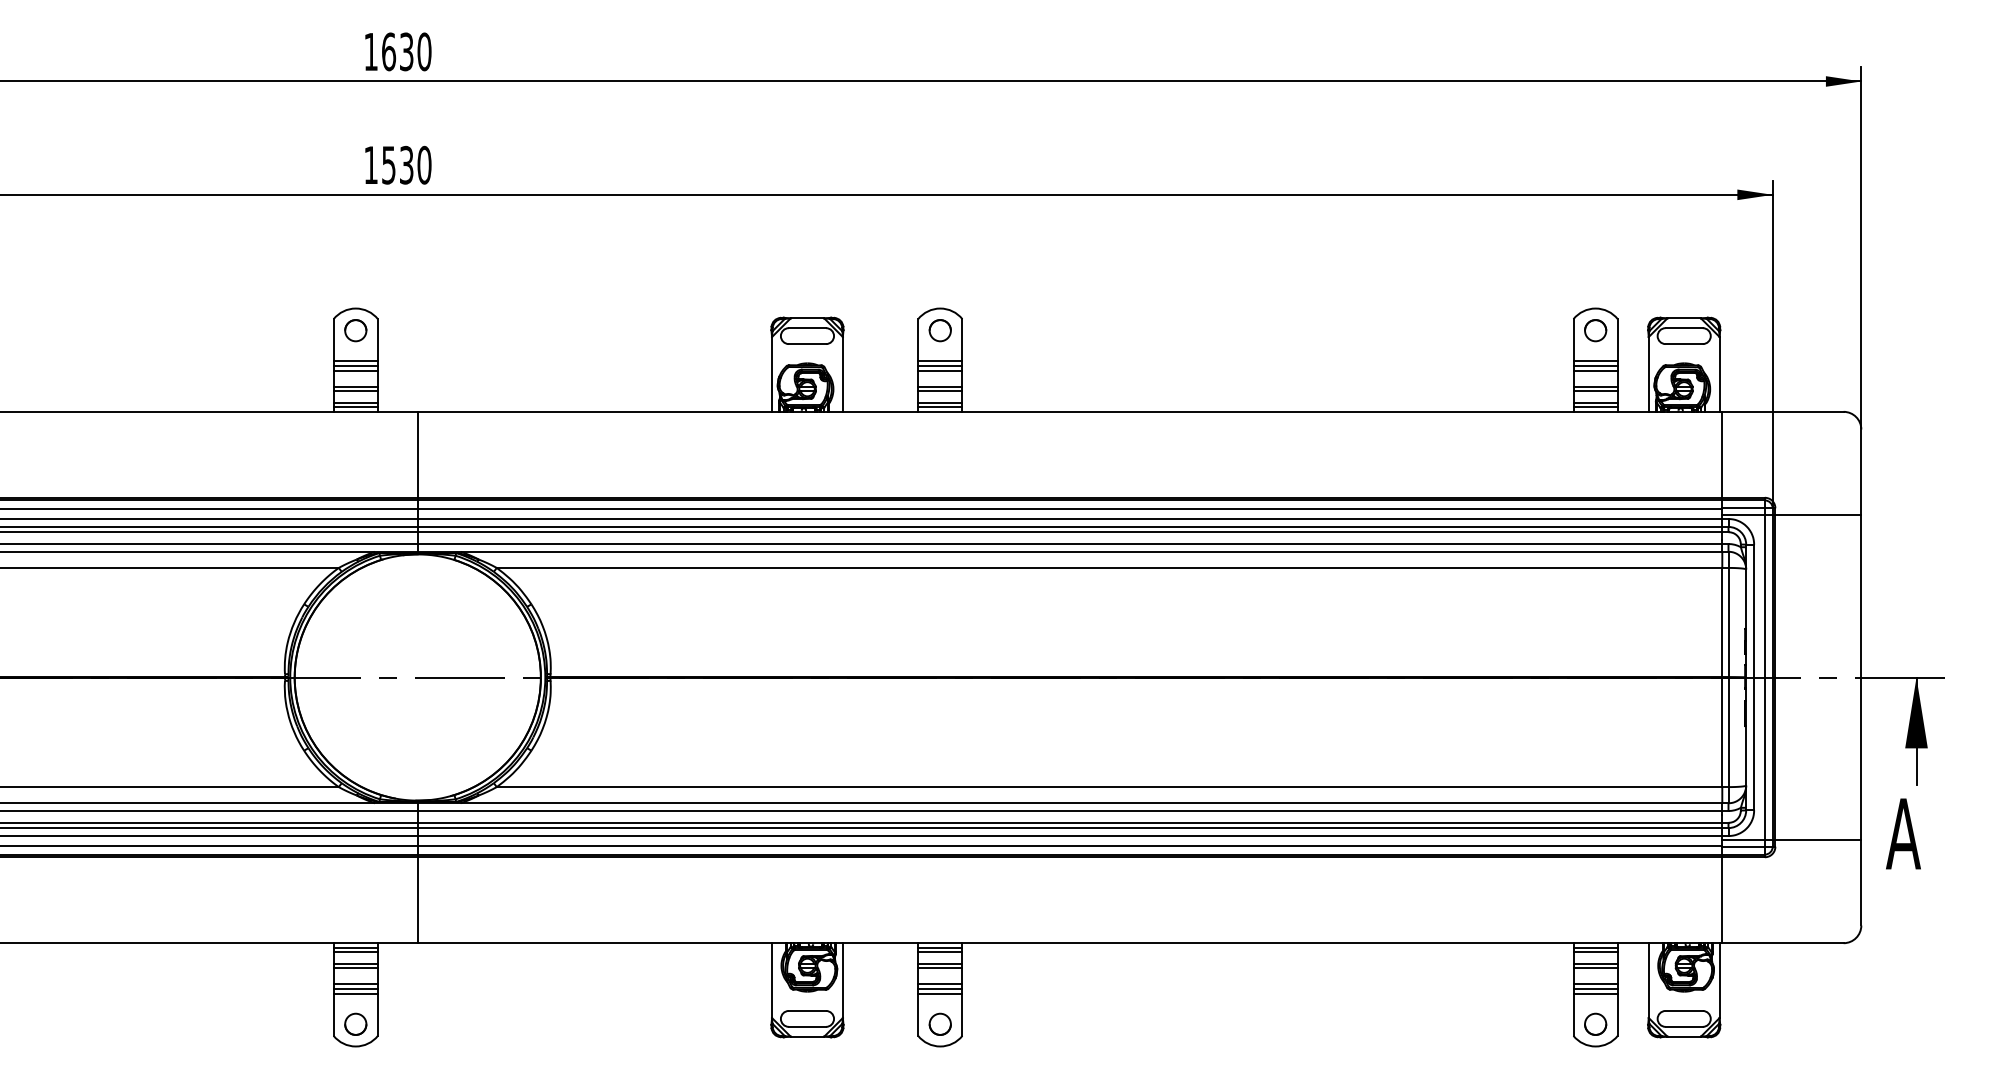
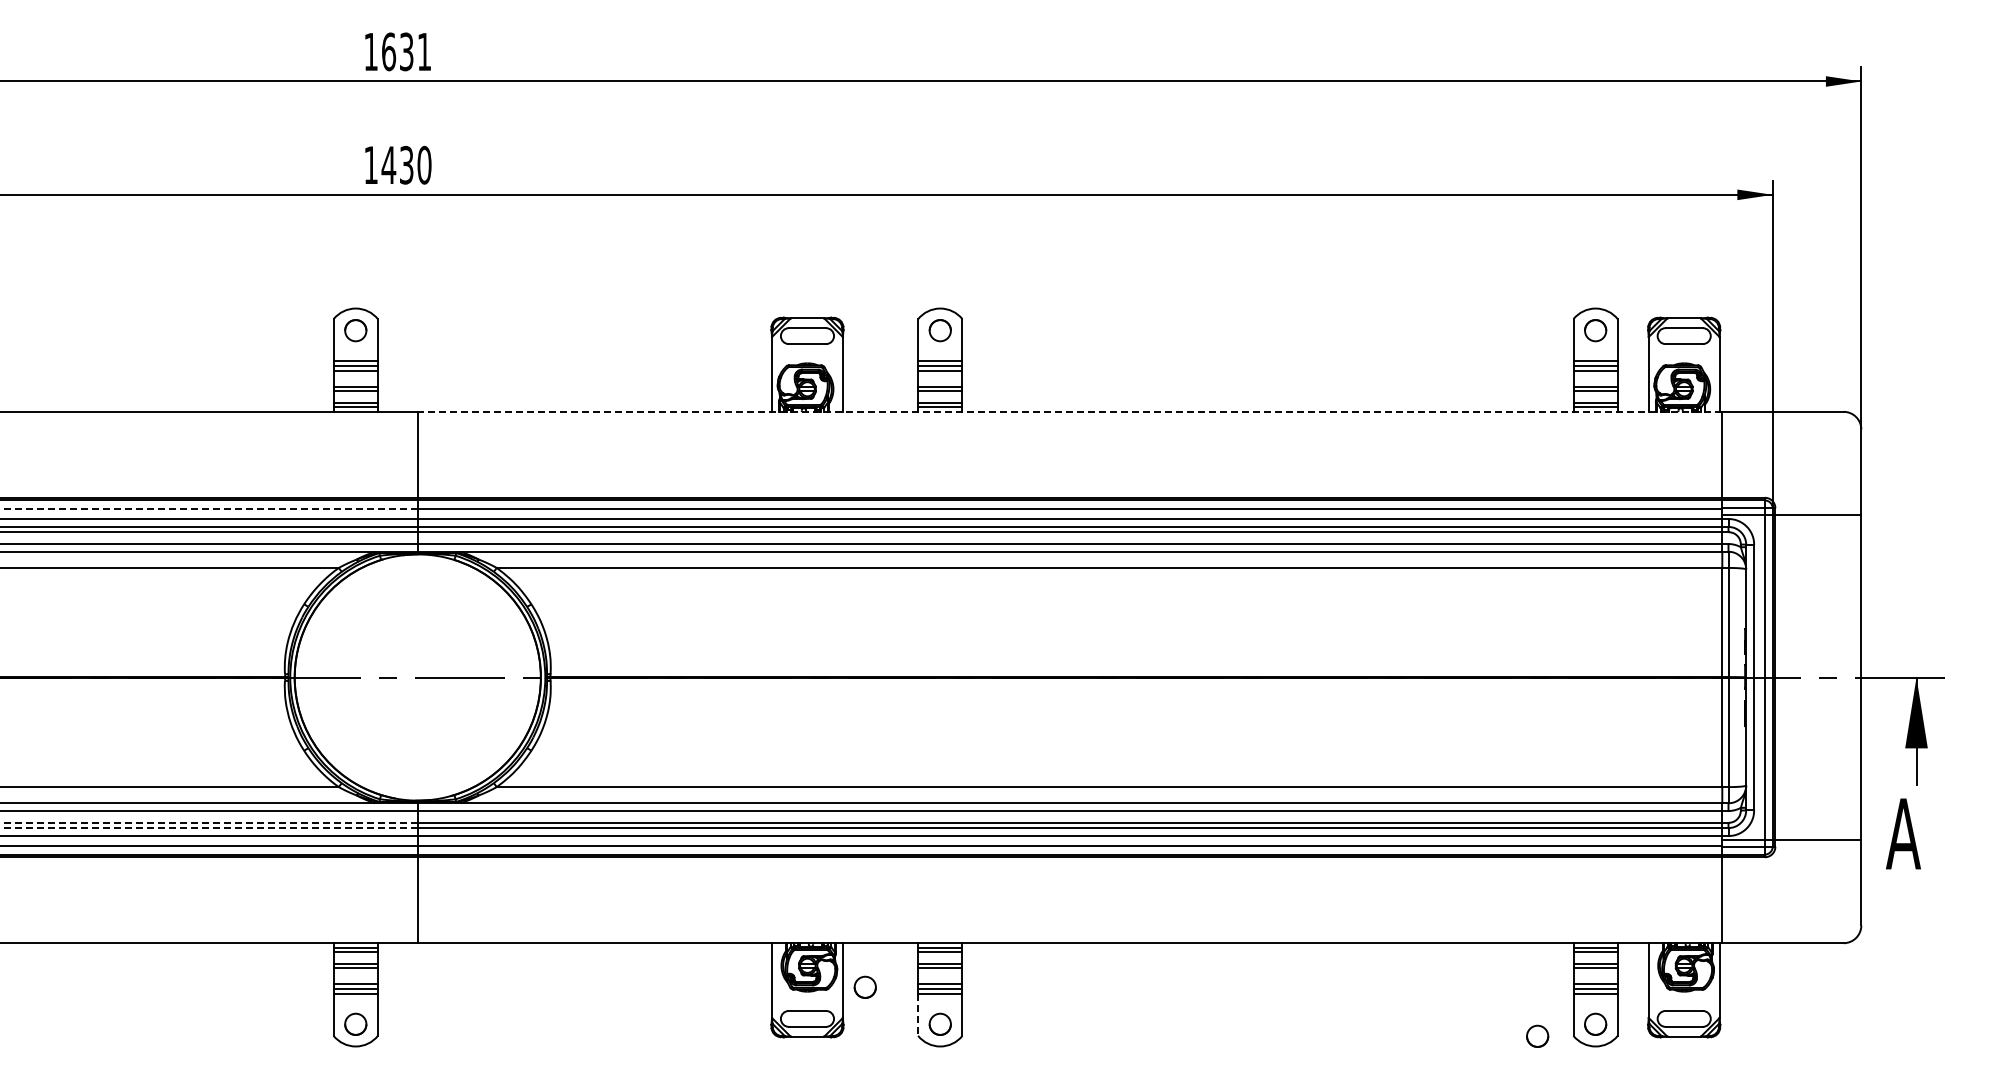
text at (424, 51): 1630 -> 1631
text at (388, 165): 1530 -> 1430
line at (1069, 411): solid -> dashed
line at (209, 508): solid -> dashed
line at (208, 822): solid -> dashed
line at (208, 828): solid -> dashed
circle at (864, 986): none -> present
line at (918, 1015): solid -> dashed
circle at (1537, 1035): none -> present
